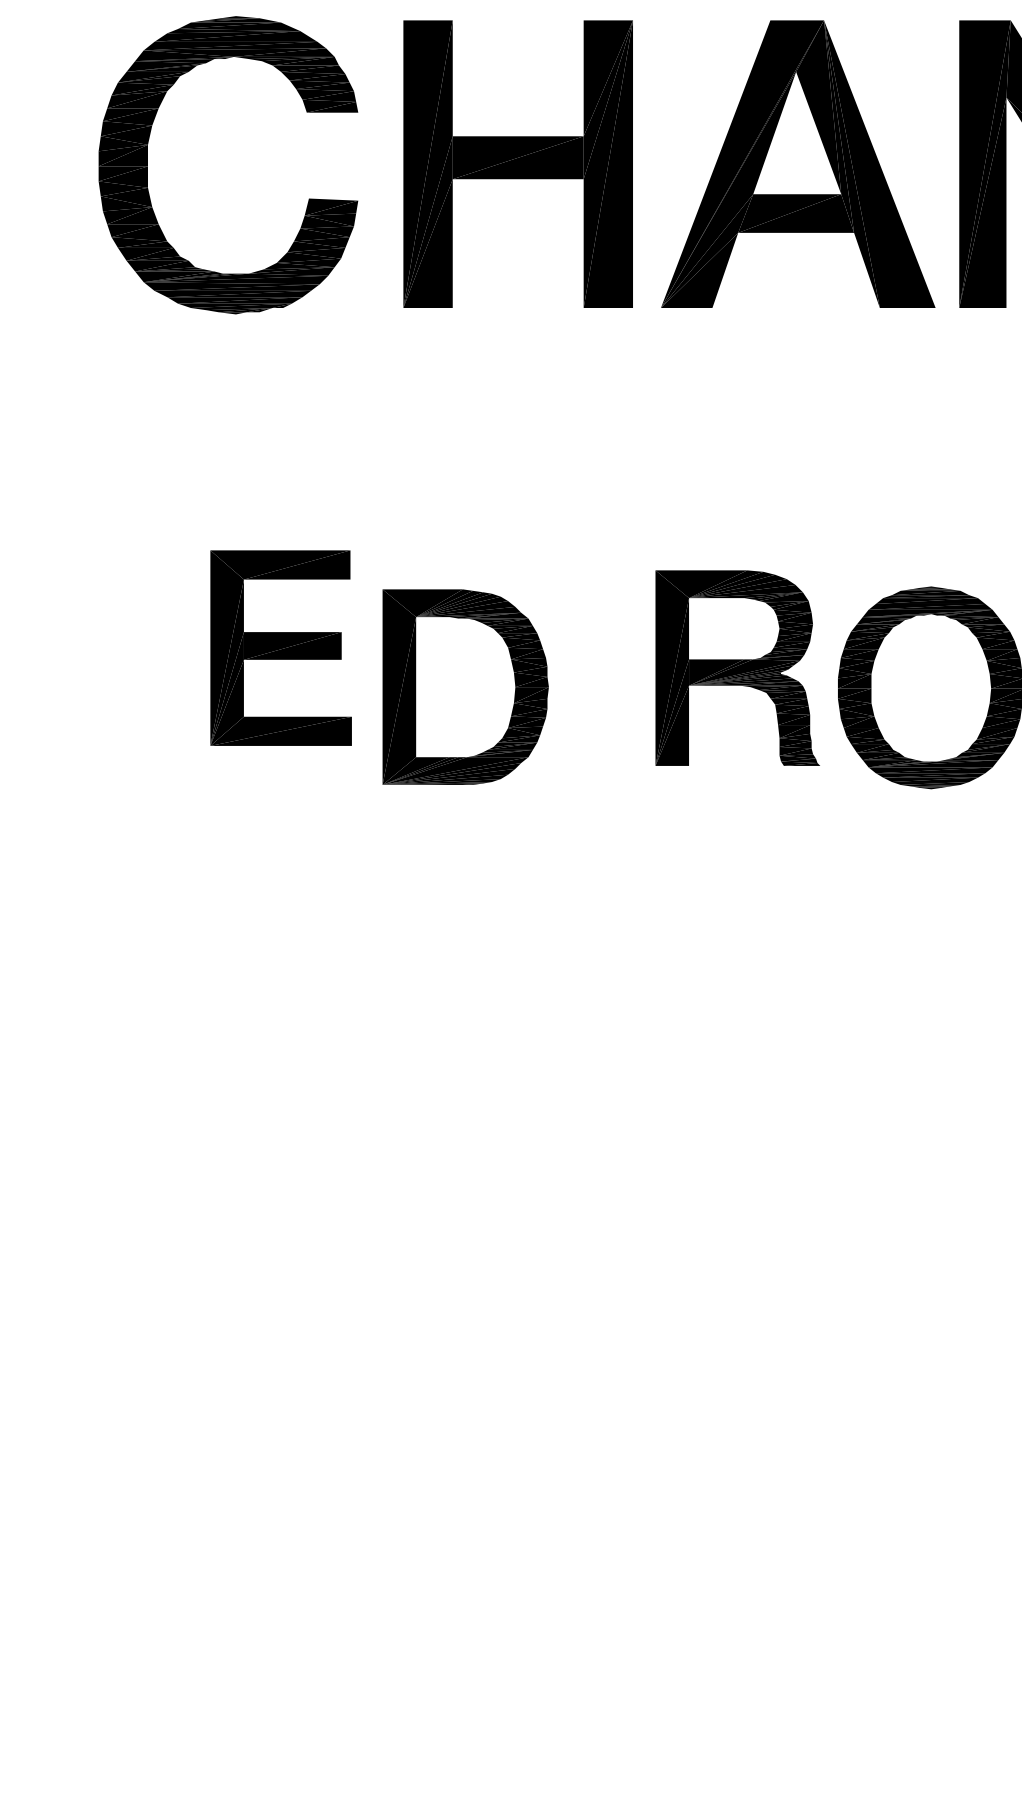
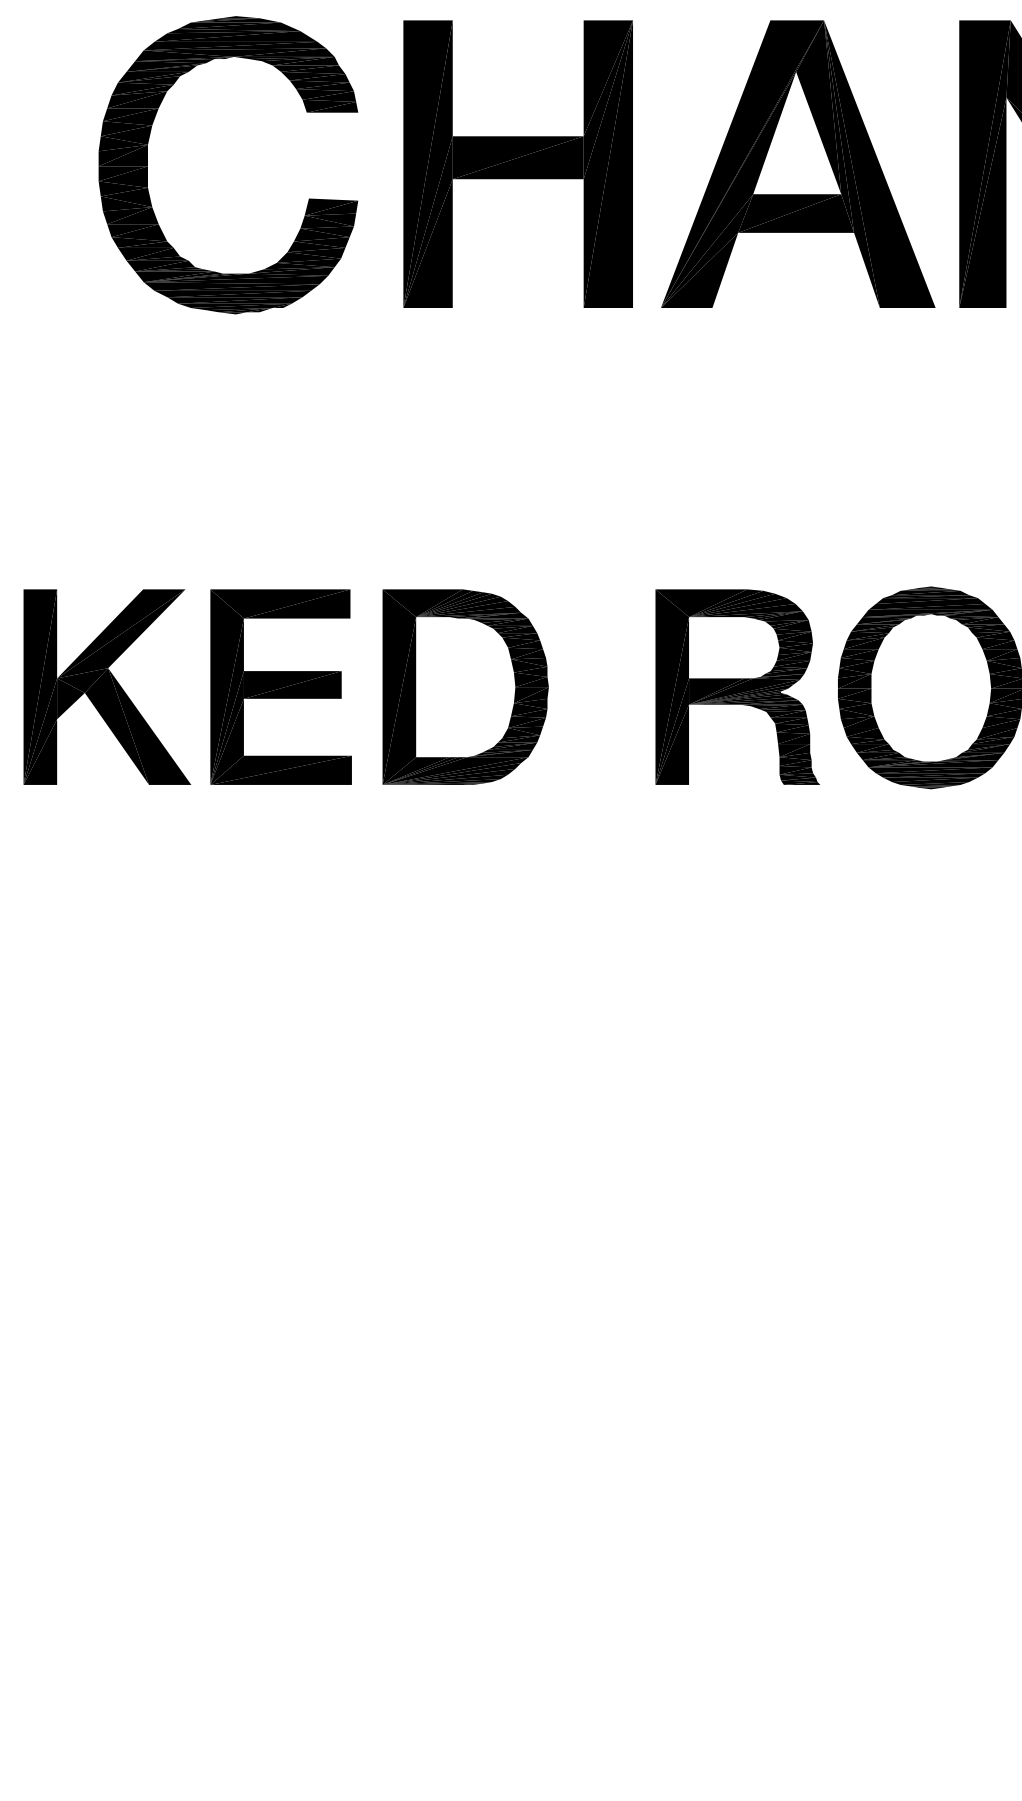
part at (280, 647) position: (280, 647) -> (280, 686)
part at (737, 667) position: (737, 667) -> (737, 686)
part at (106, 686): none -> present
